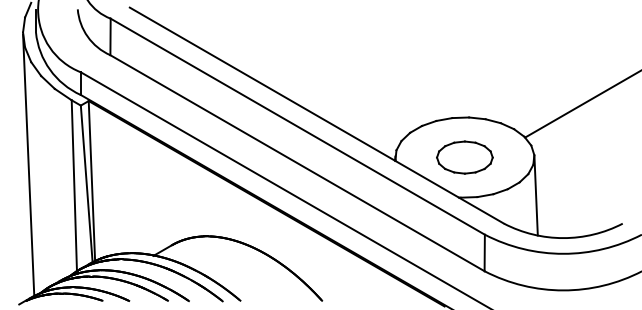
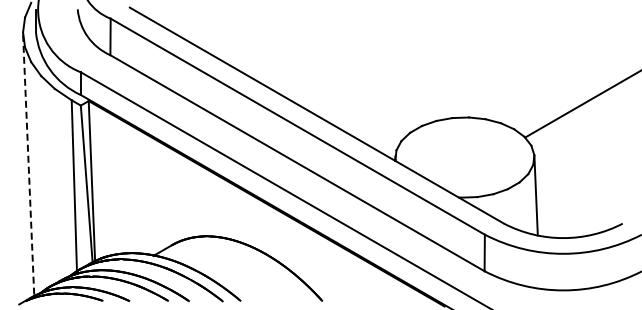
part at (464, 157): present -> none
line at (28, 165): solid -> dashed
